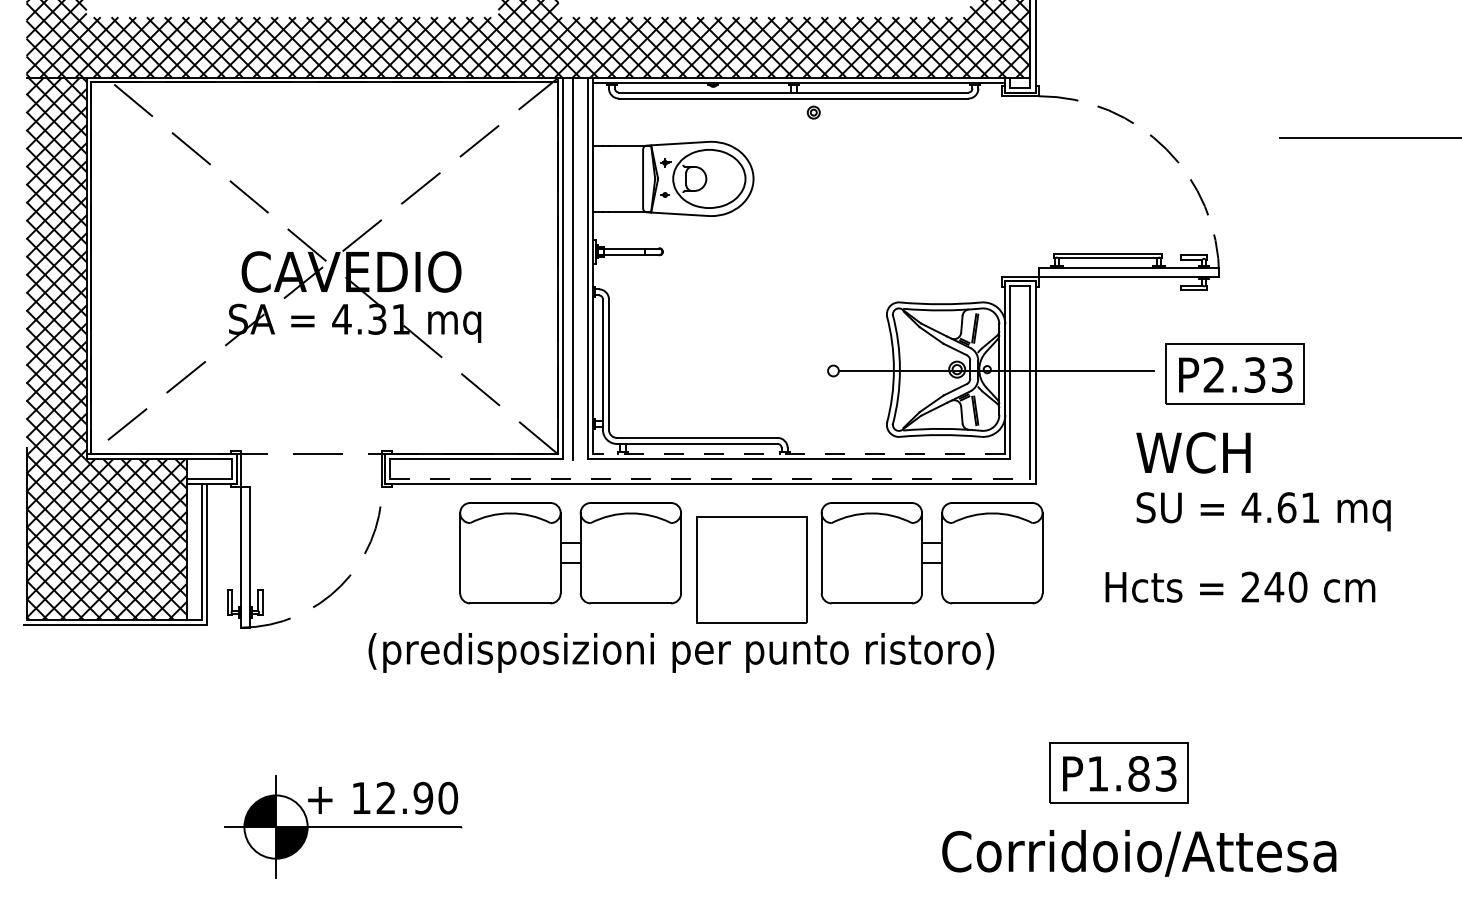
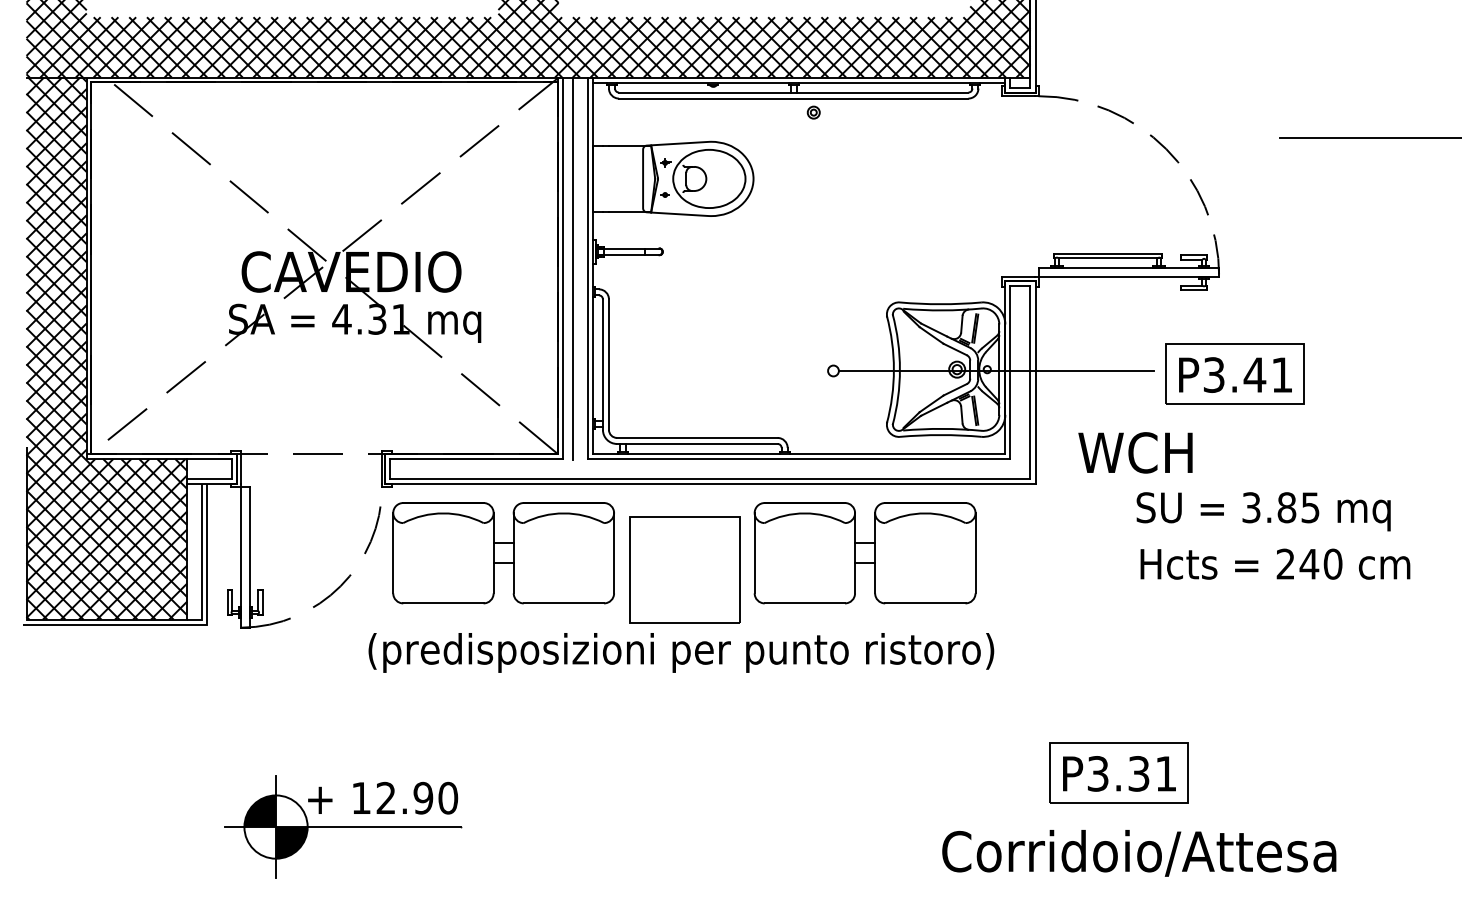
text at (1247, 374): P2.33 -> P3.41
text at (1193, 452) position: (1193, 452) -> (1135, 452)
line at (798, 454): dashed -> solid
line at (710, 479): dashed -> solid
text at (1280, 507): 4.61 -> 3.85
part at (751, 562) position: (751, 562) -> (684, 562)
text at (1240, 586) position: (1240, 586) -> (1275, 563)
text at (1131, 773): P1.83 -> P3.31
